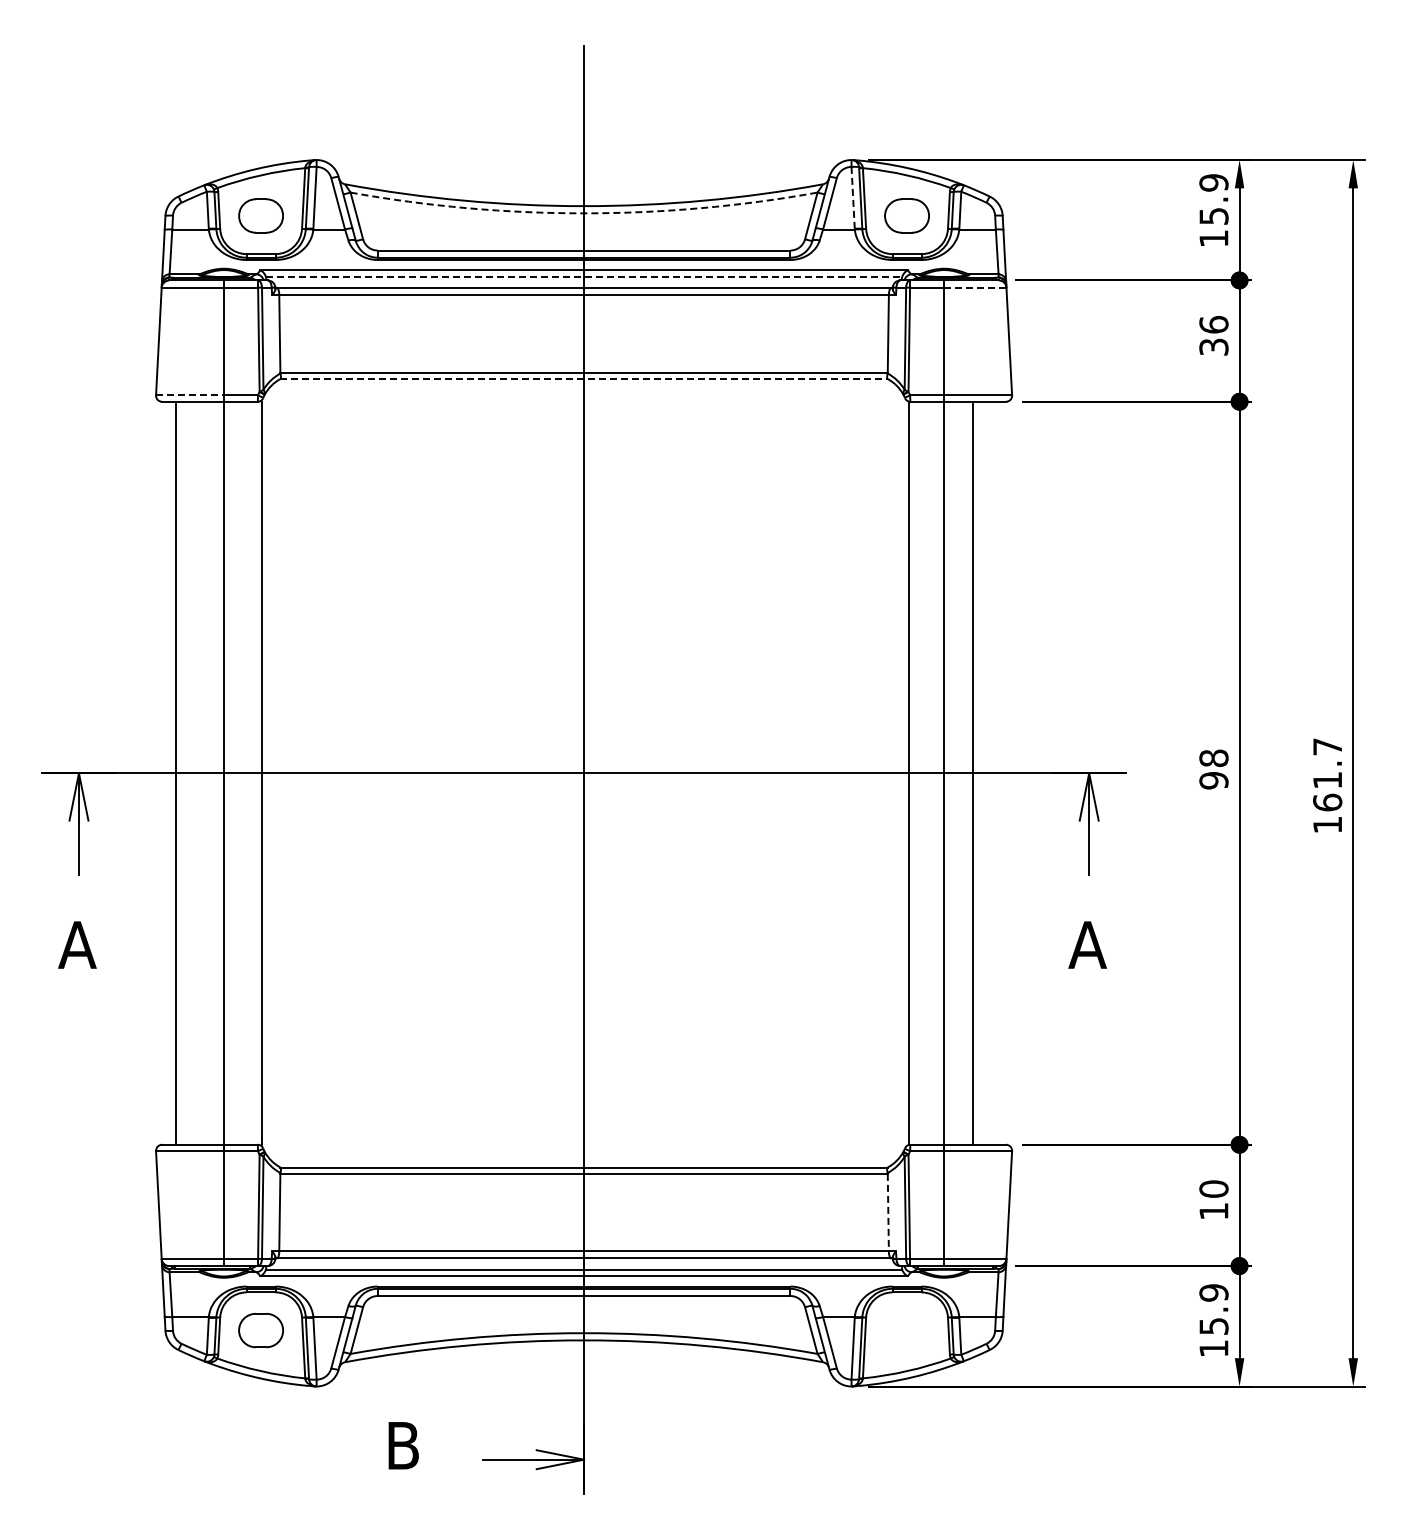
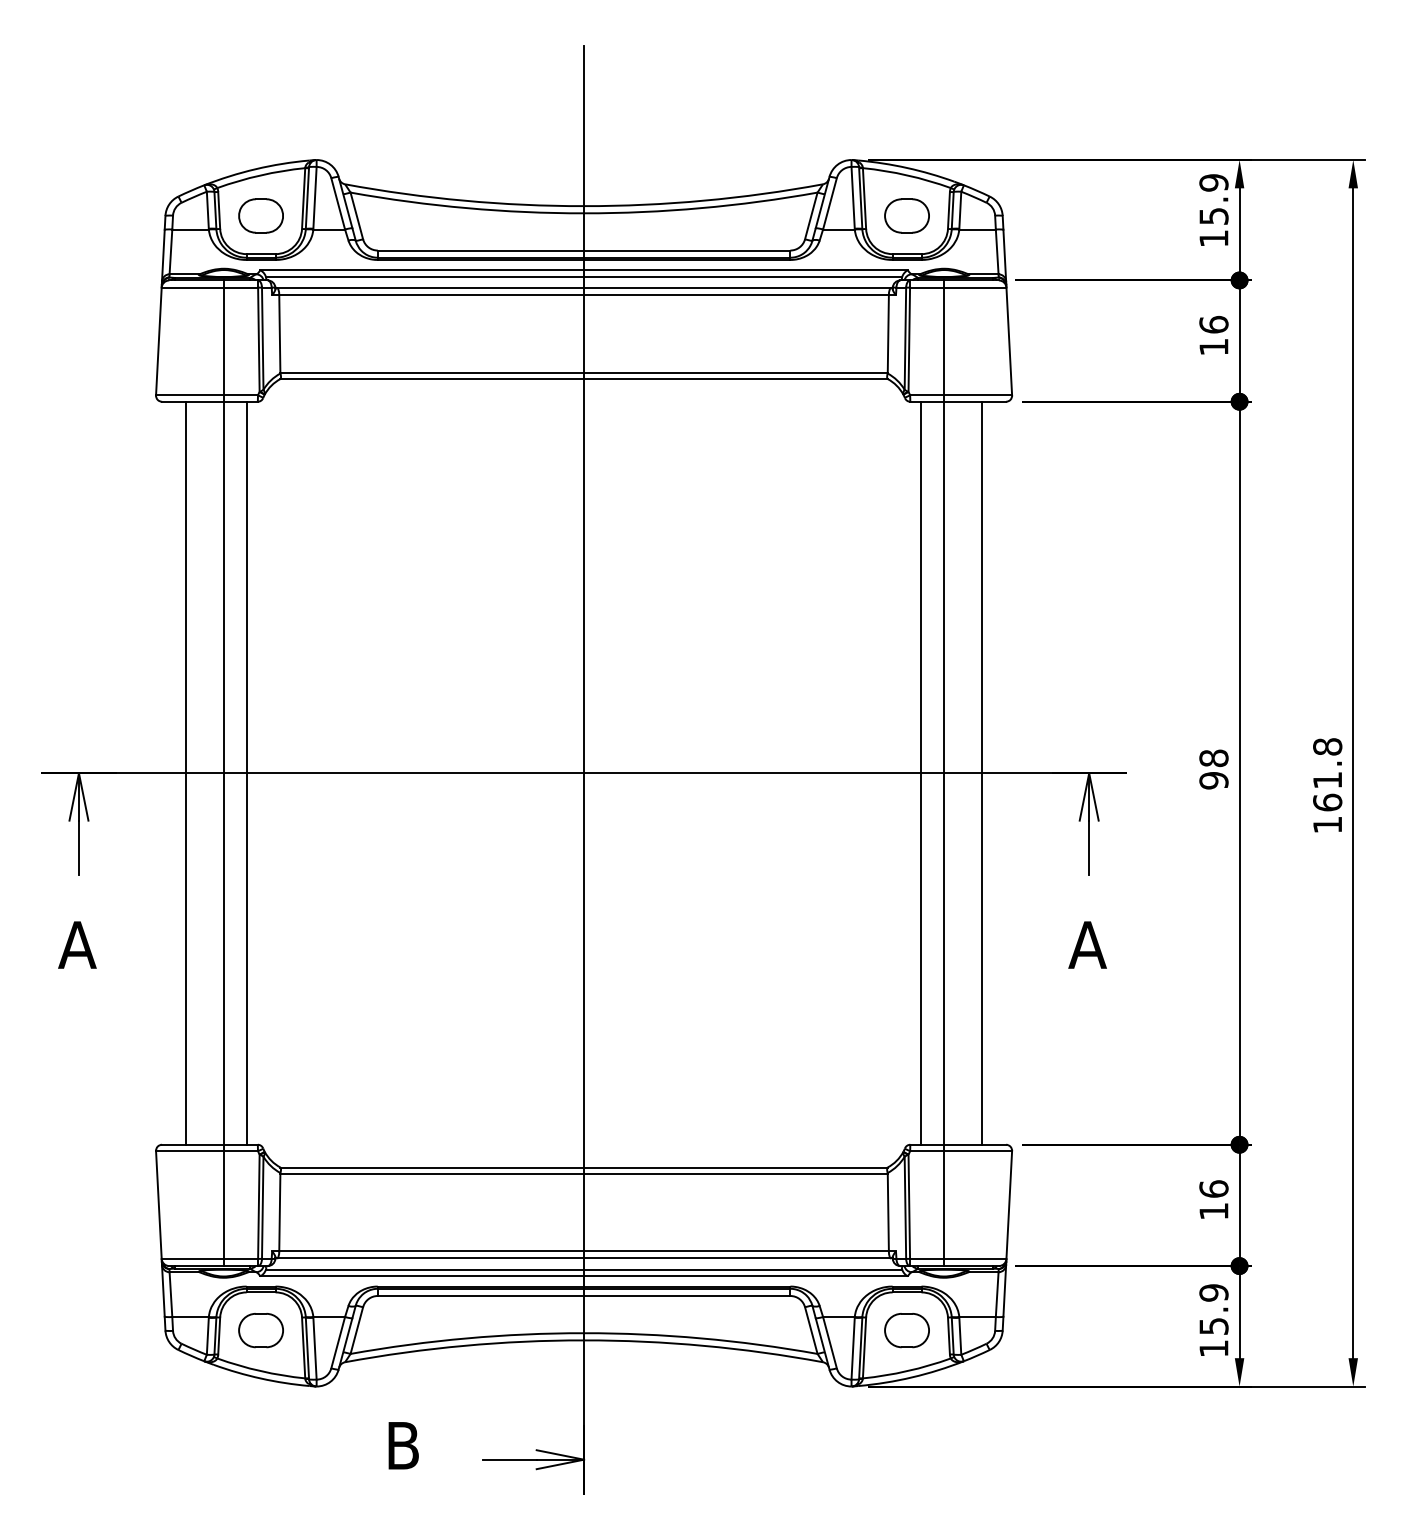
line at (853, 197): dashed -> solid
arc at (584, 213): dashed -> solid
line at (584, 276): dashed -> solid
line at (974, 287): dashed -> solid
text at (1213, 346): 36 -> 16
line at (584, 379): dashed -> solid
line at (190, 395): dashed -> solid
text at (1327, 746): 161.7 -> 161.8
line at (176, 772) position: (176, 772) -> (186, 772)
line at (261, 772) position: (261, 772) -> (246, 772)
line at (909, 772) position: (909, 772) -> (921, 772)
line at (973, 772) position: (973, 772) -> (982, 772)
text at (1213, 1188): 10 -> 16
line at (888, 1212): dashed -> solid
part at (906, 1330): none -> present
